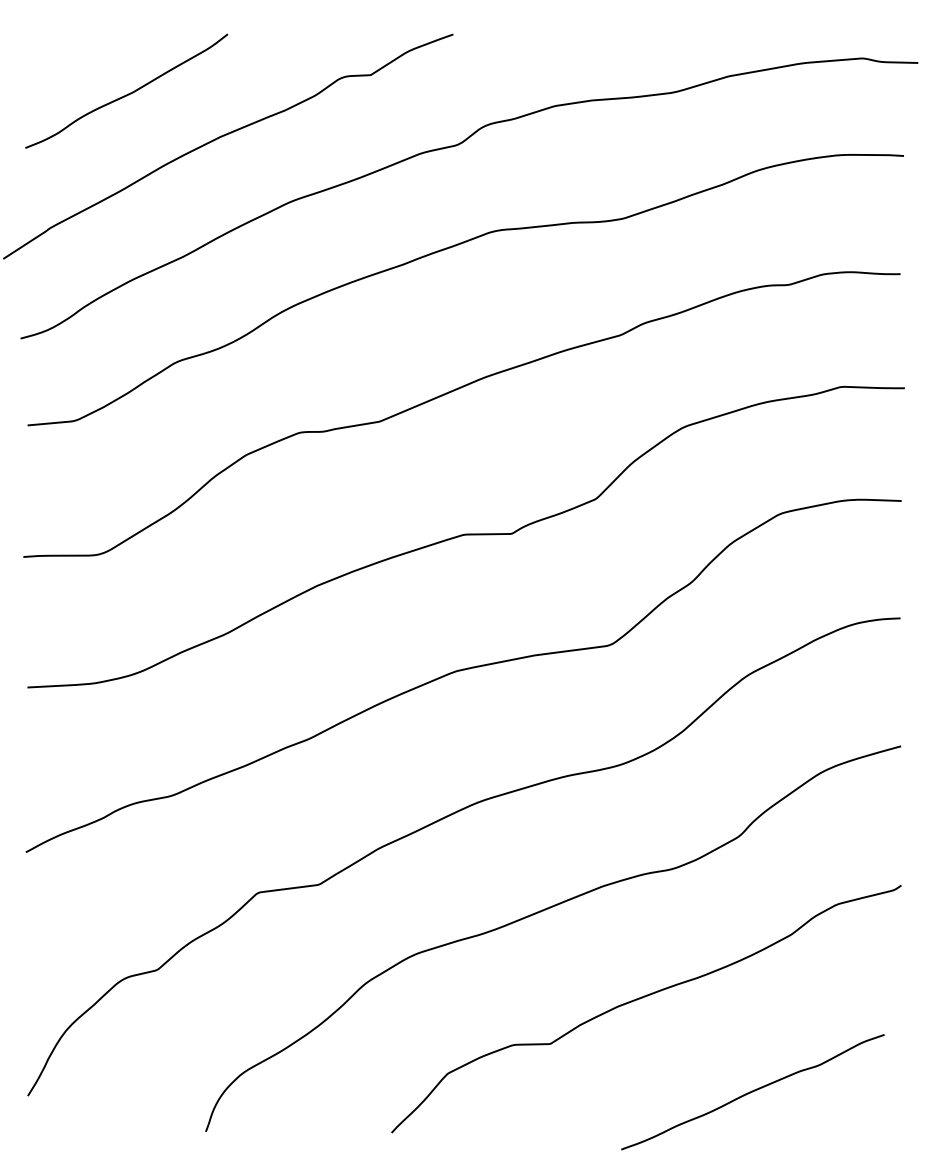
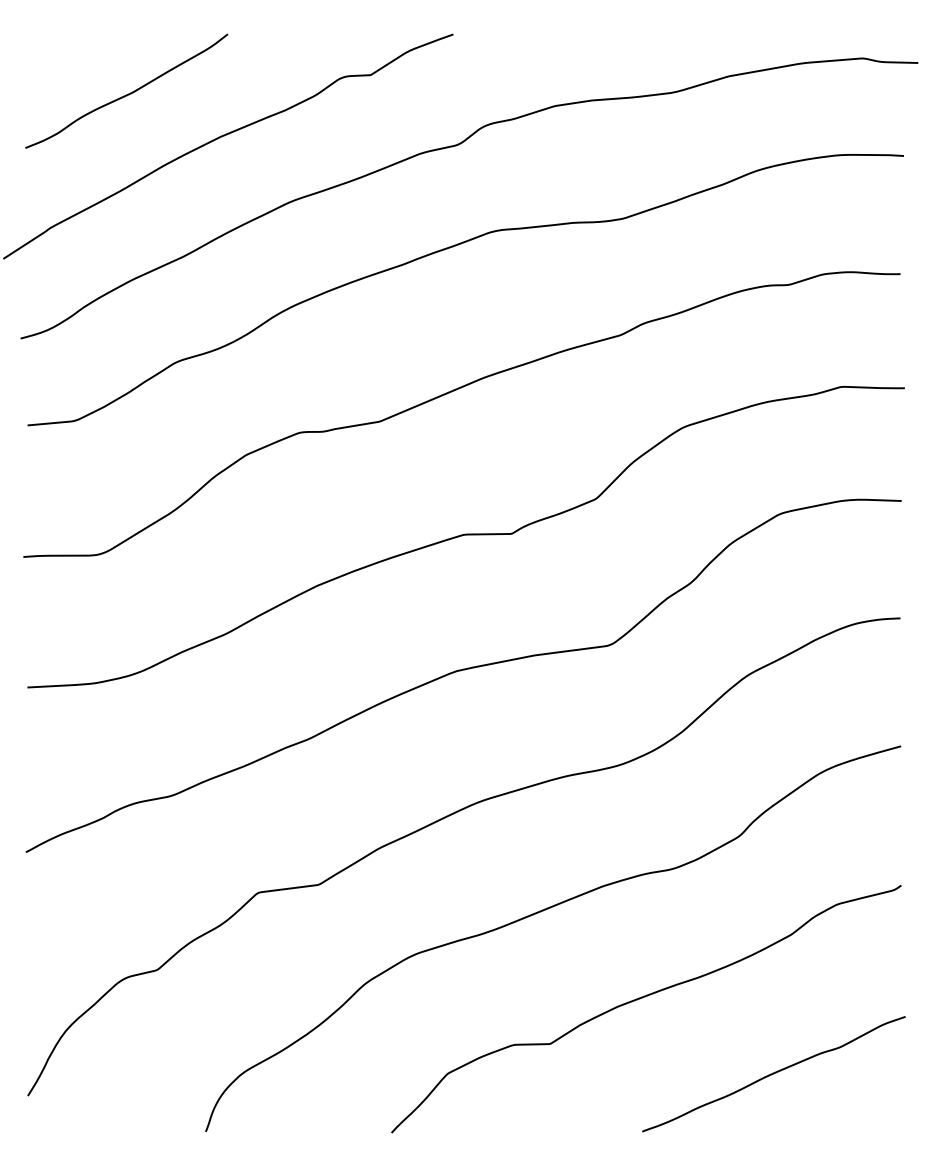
curve at (752, 1092) position: (752, 1092) -> (773, 1074)
